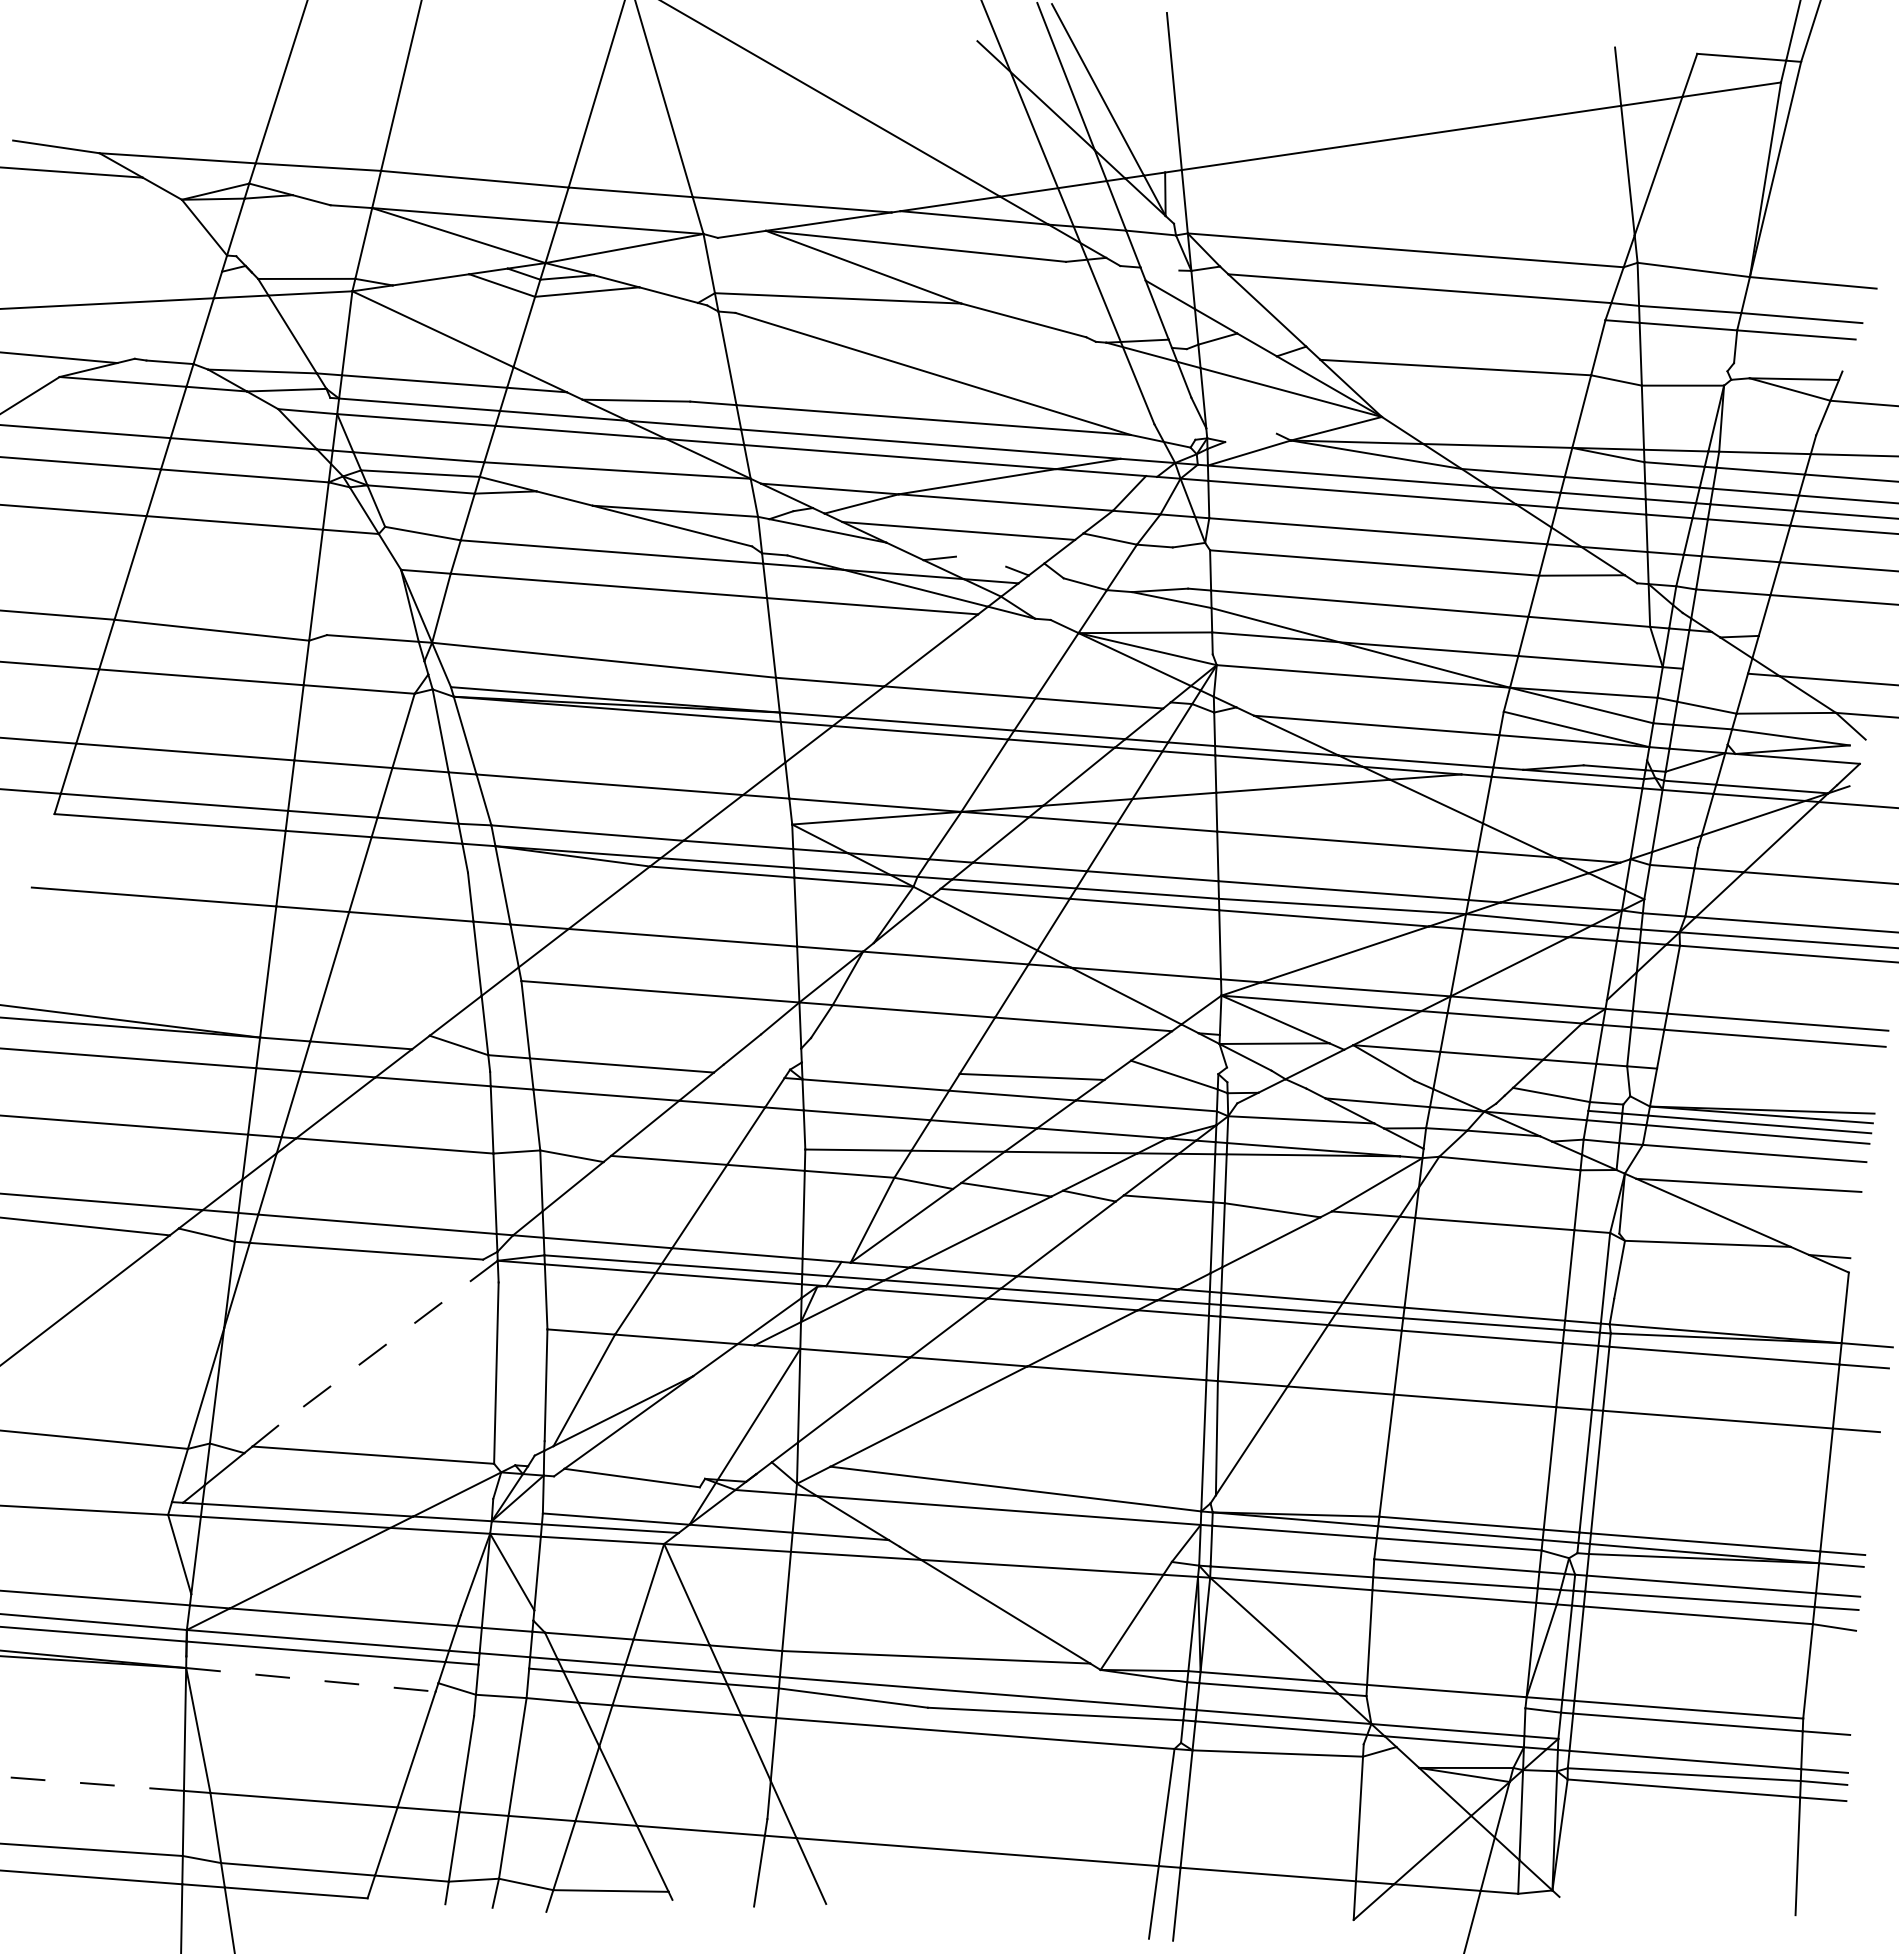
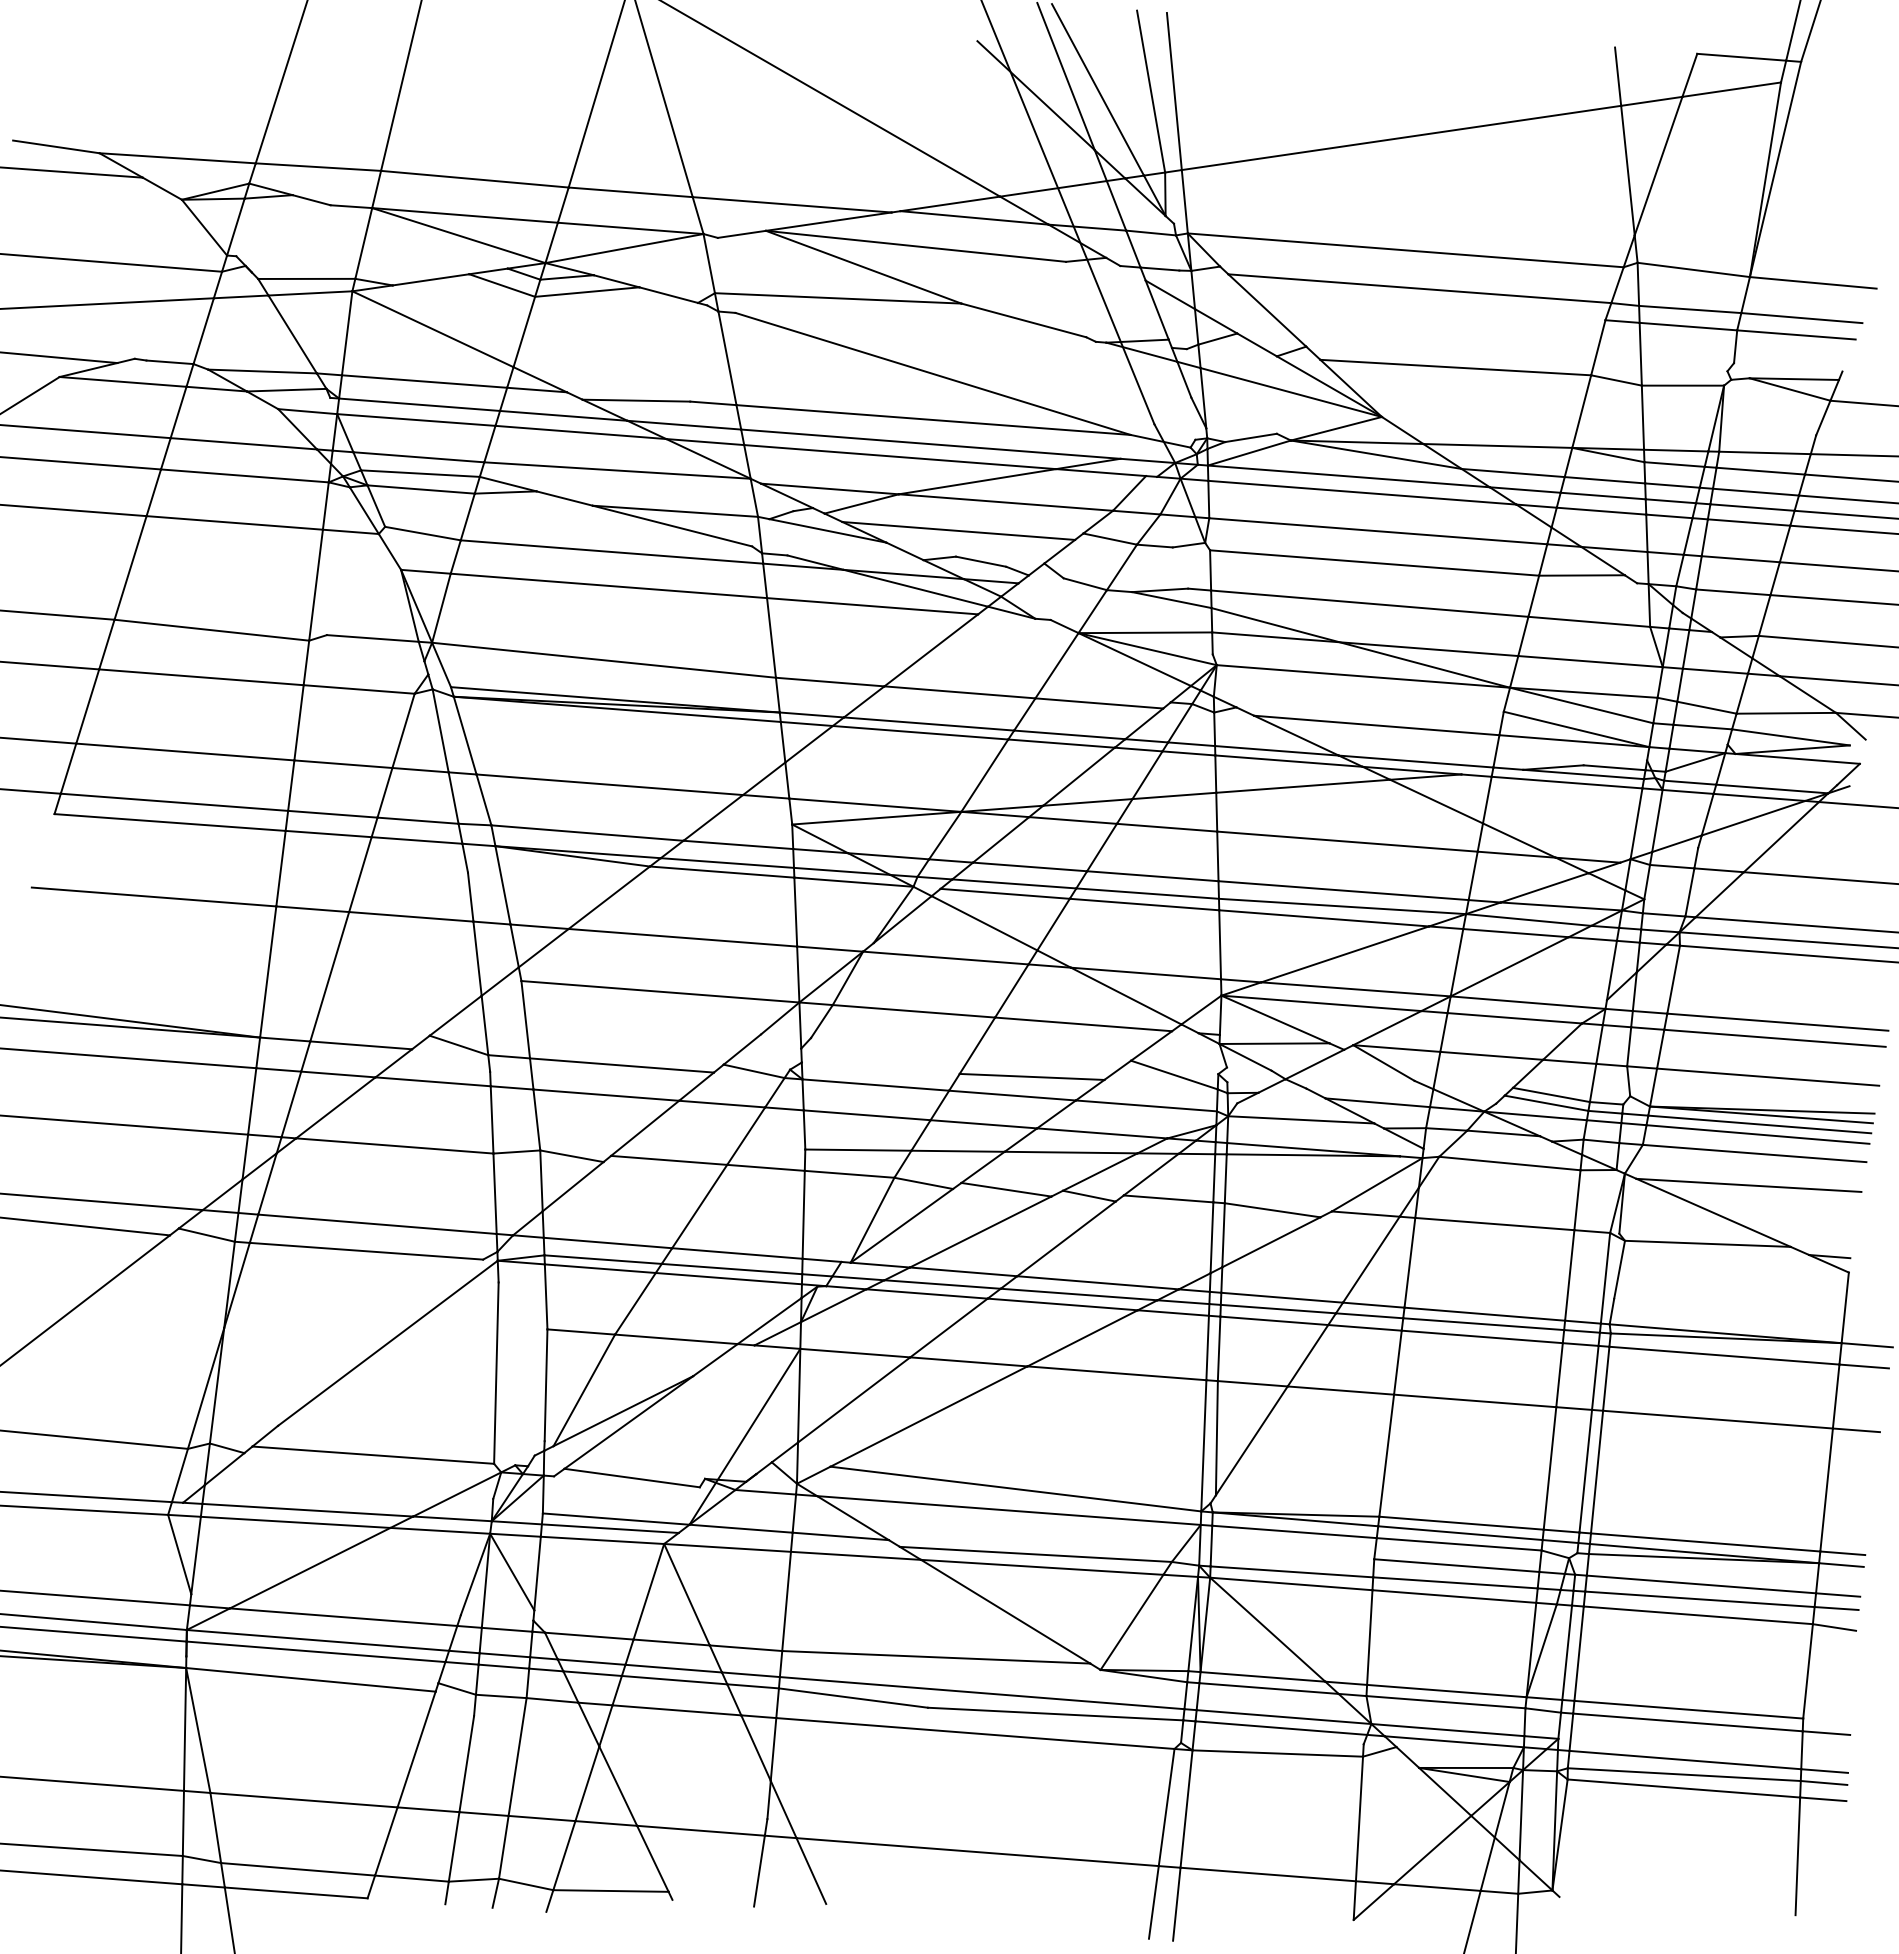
line at (1151, 91): none -> present
line at (112, 262): none -> present
line at (1159, 268): none -> present
line at (1250, 437): none -> present
line at (981, 561): none -> present
line at (1826, 641): none -> present
line at (1715, 670): none -> present
line at (753, 1071): none -> present
line at (1768, 1076): none -> present
line at (1546, 1102): none -> present
line at (387, 1343): dashed -> solid
line at (87, 1497): none -> present
line at (1035, 1553): none -> present
line at (503, 1666): none -> present
line at (311, 1679): dashed -> solid
line at (1445, 1702): none -> present
line at (91, 1783): dashed -> solid
line at (1517, 1921): none -> present
